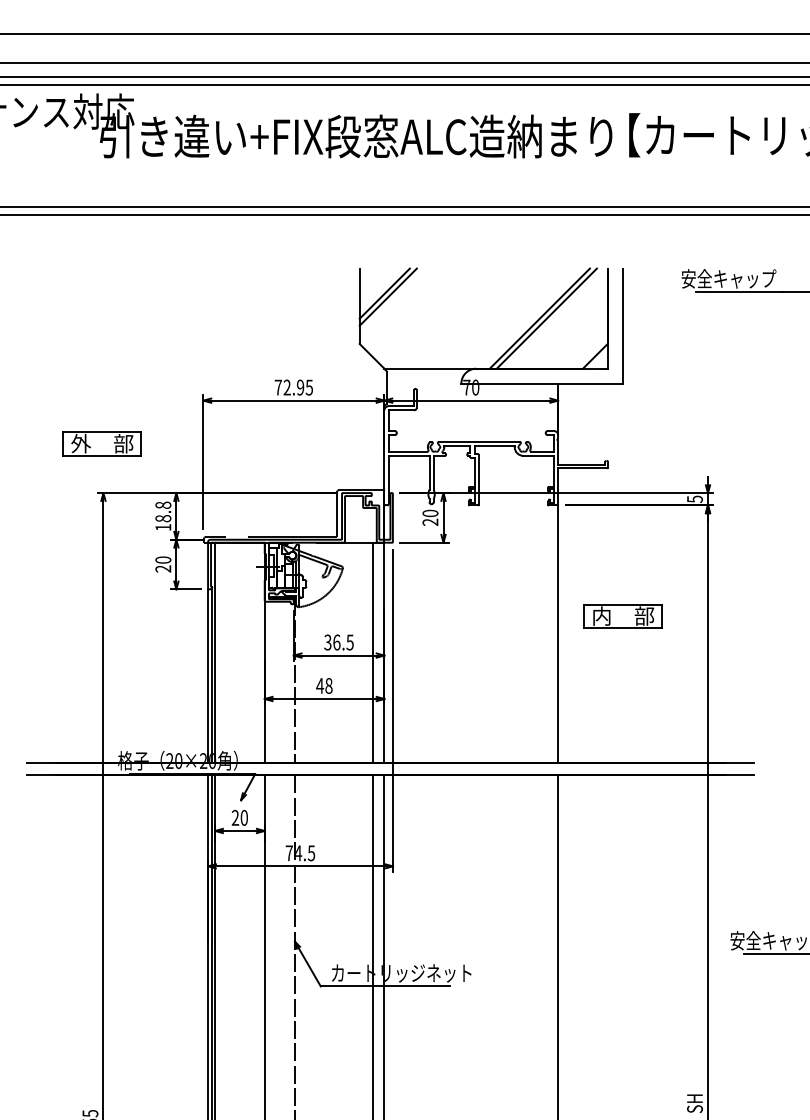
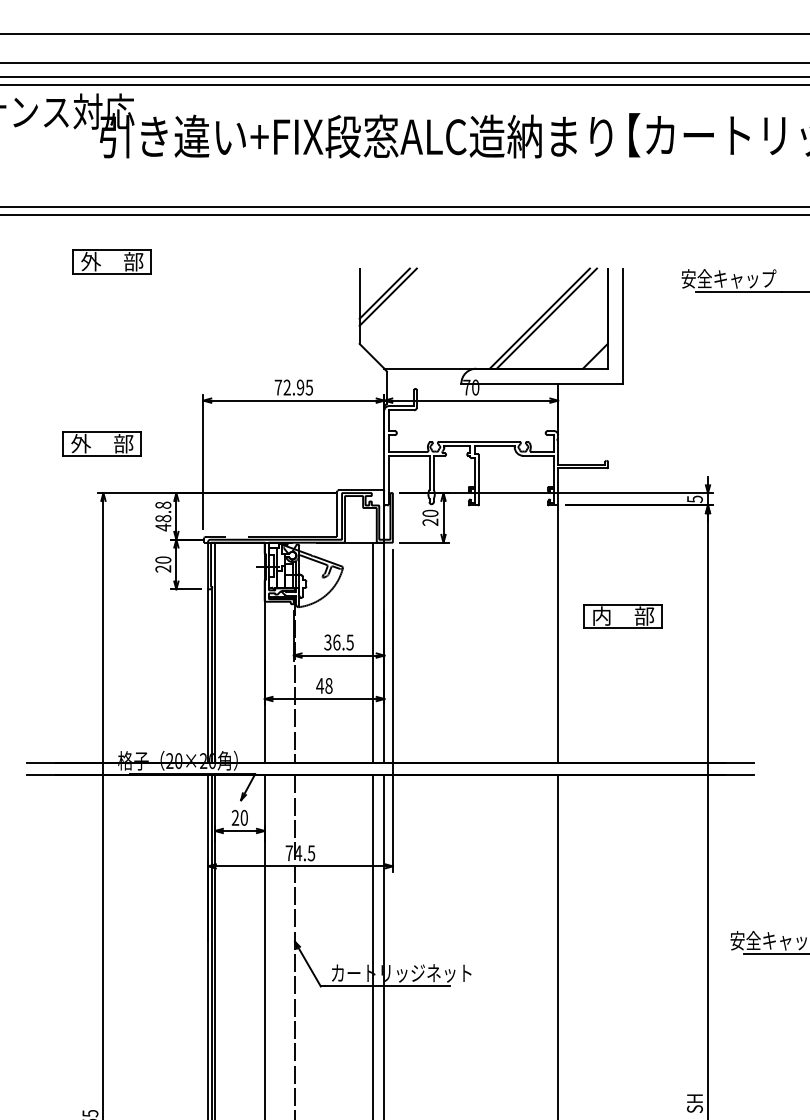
part at (111, 261): none -> present
text at (163, 527): 18.8 -> 48.8
